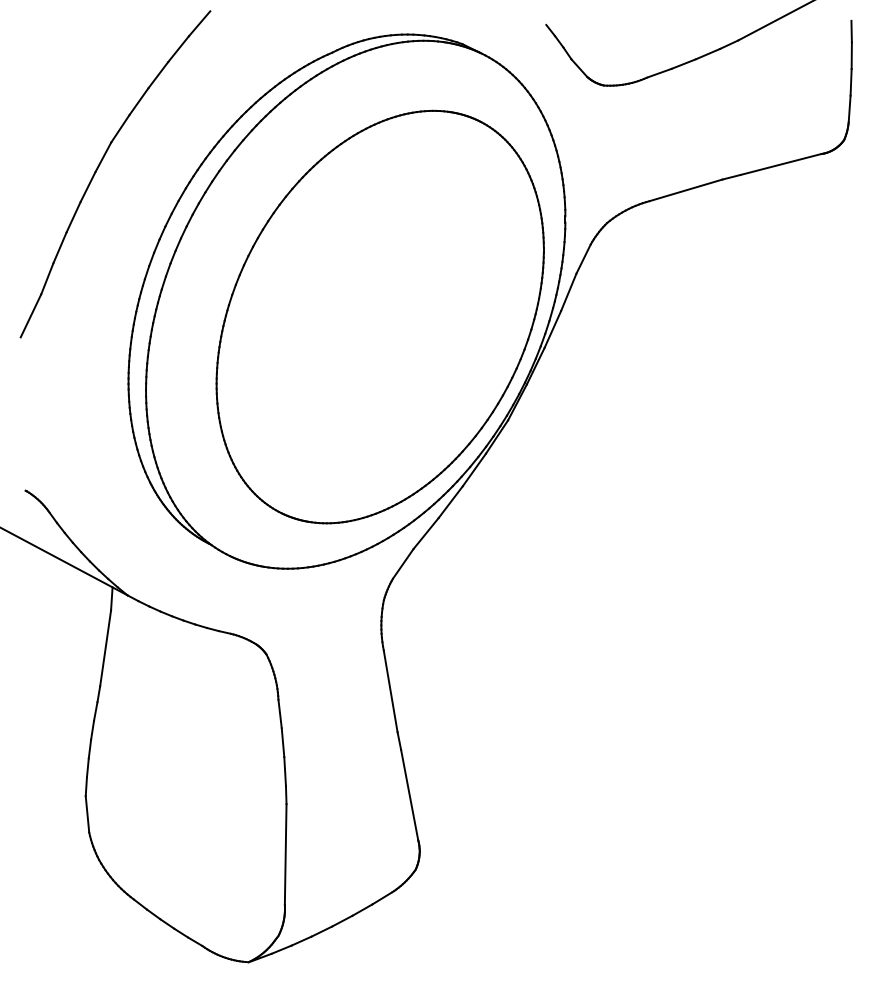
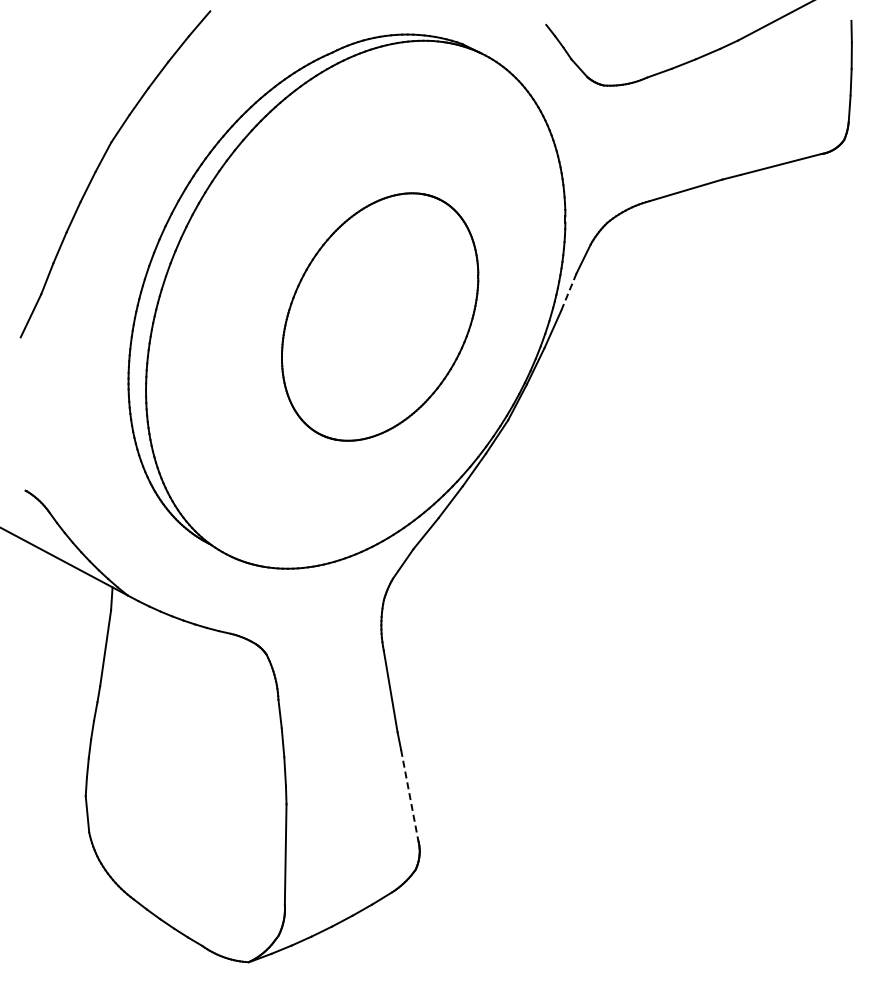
line at (568, 292): solid -> dashed
part at (379, 316) size: 330x416 px -> 199x250 px
line at (409, 795): solid -> dashed
